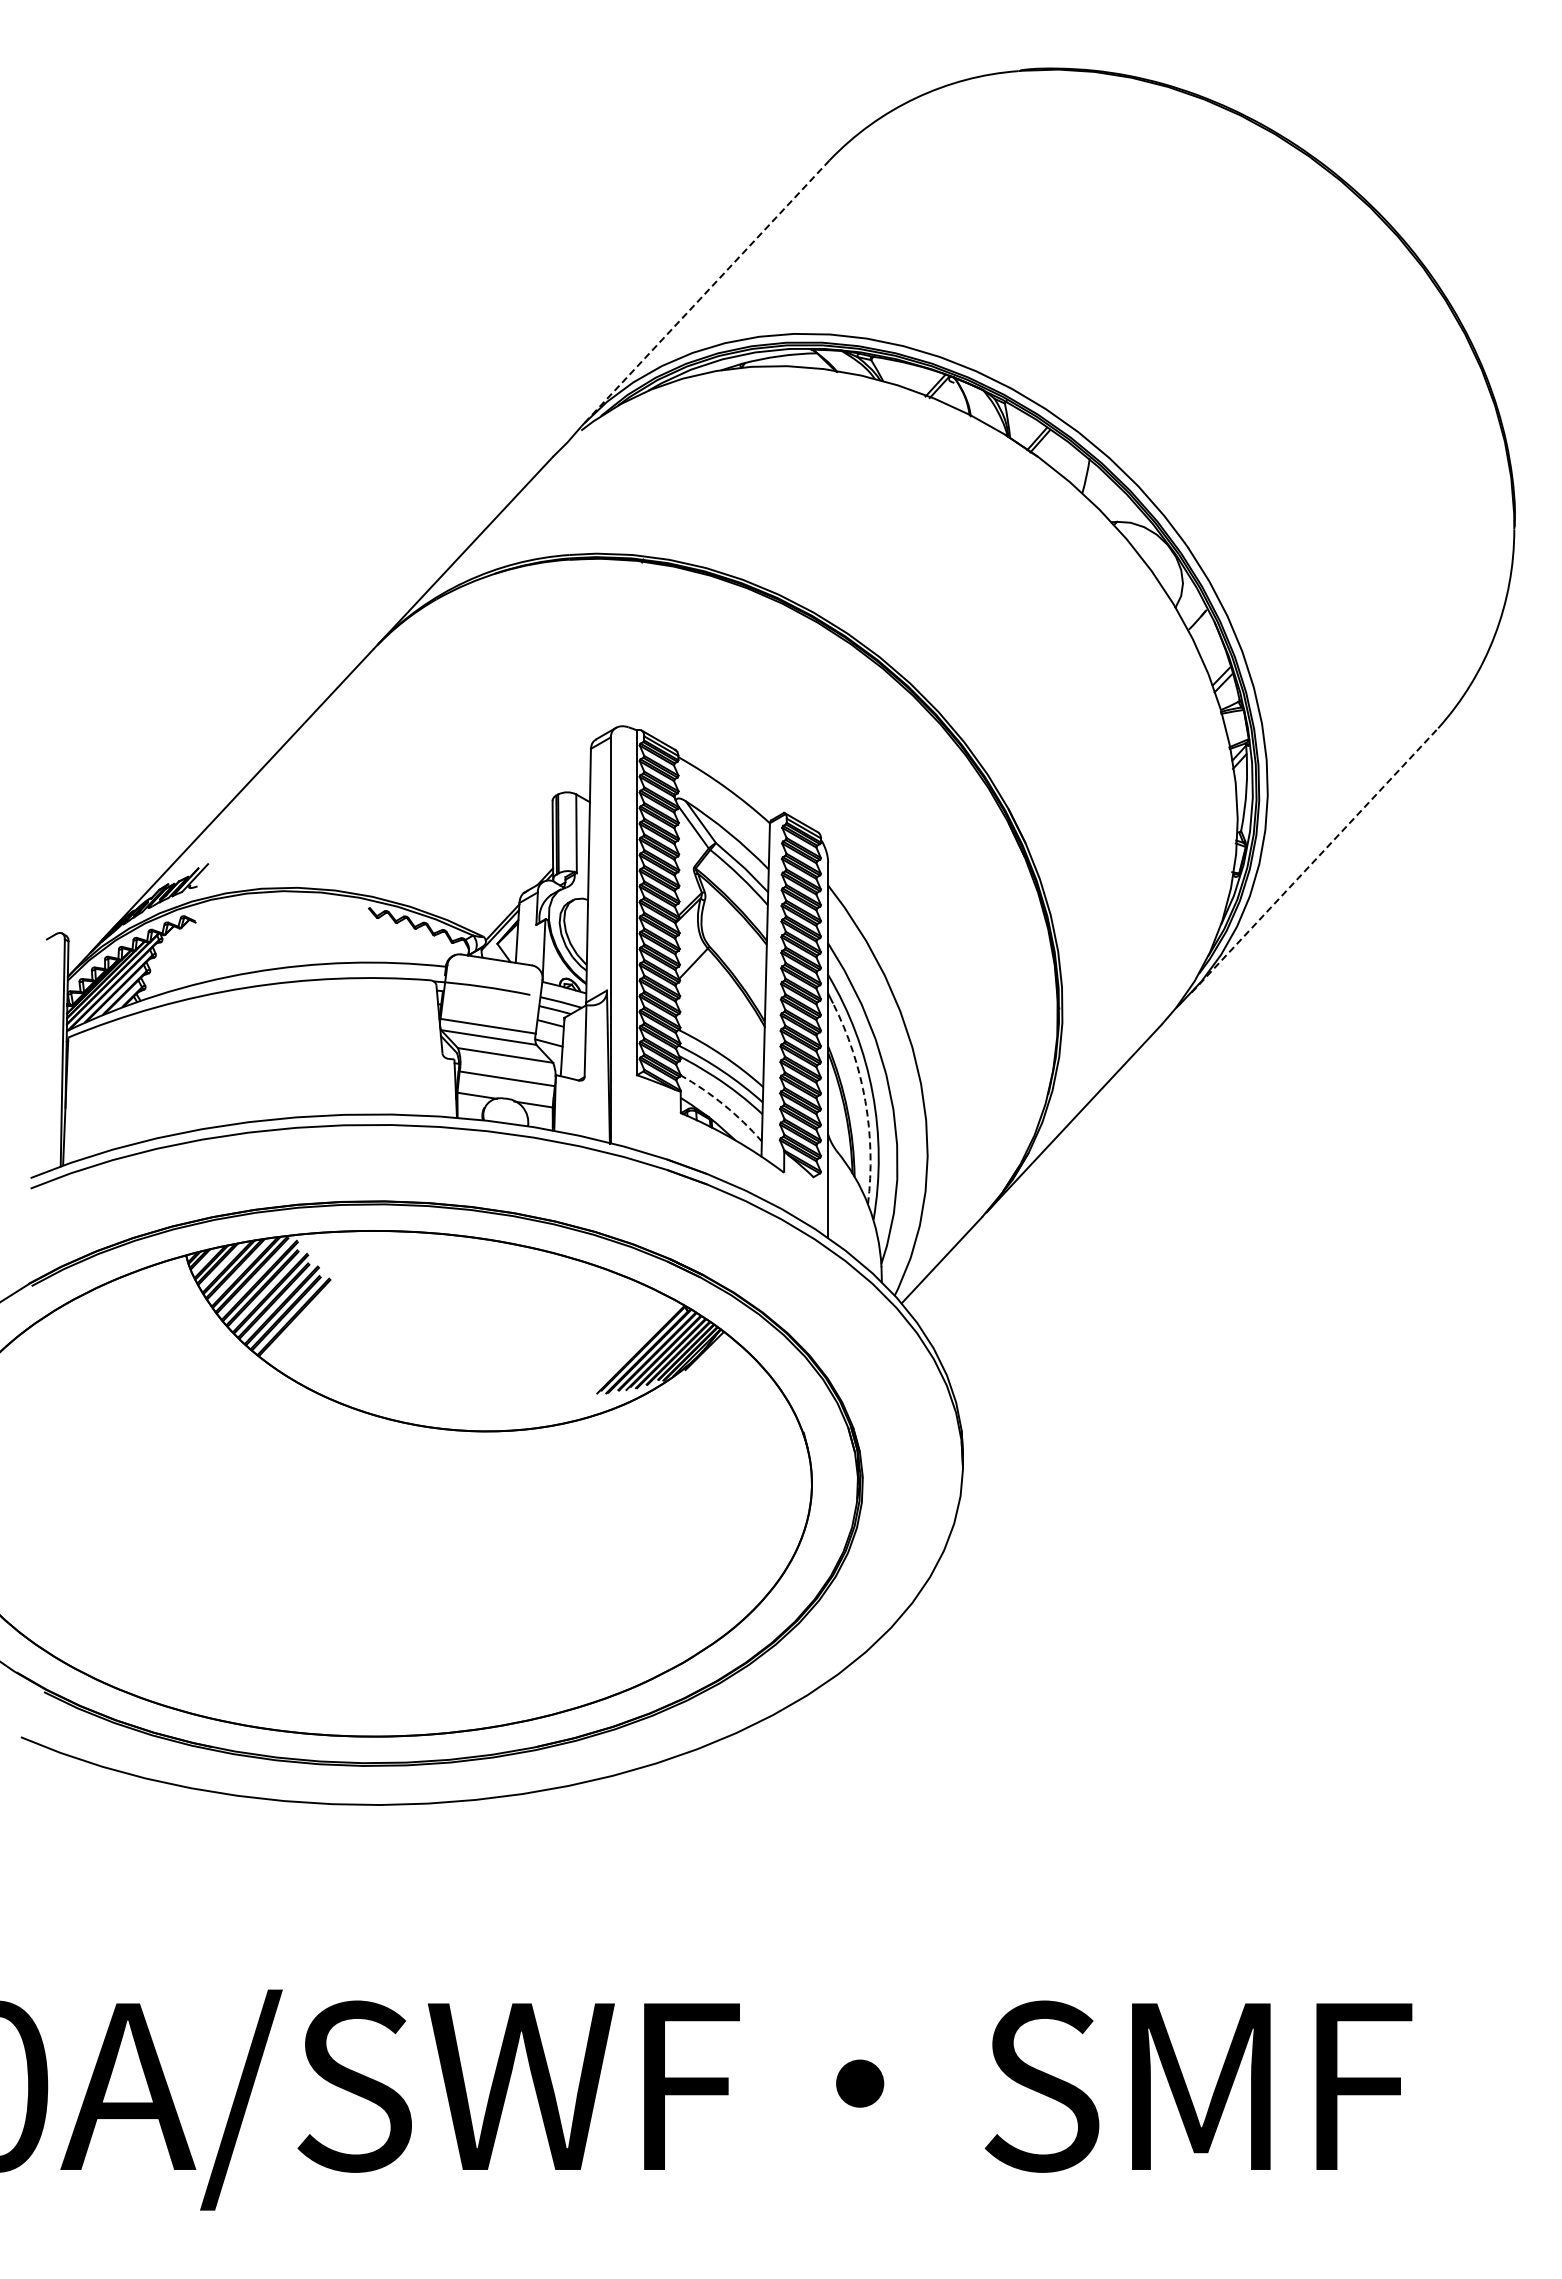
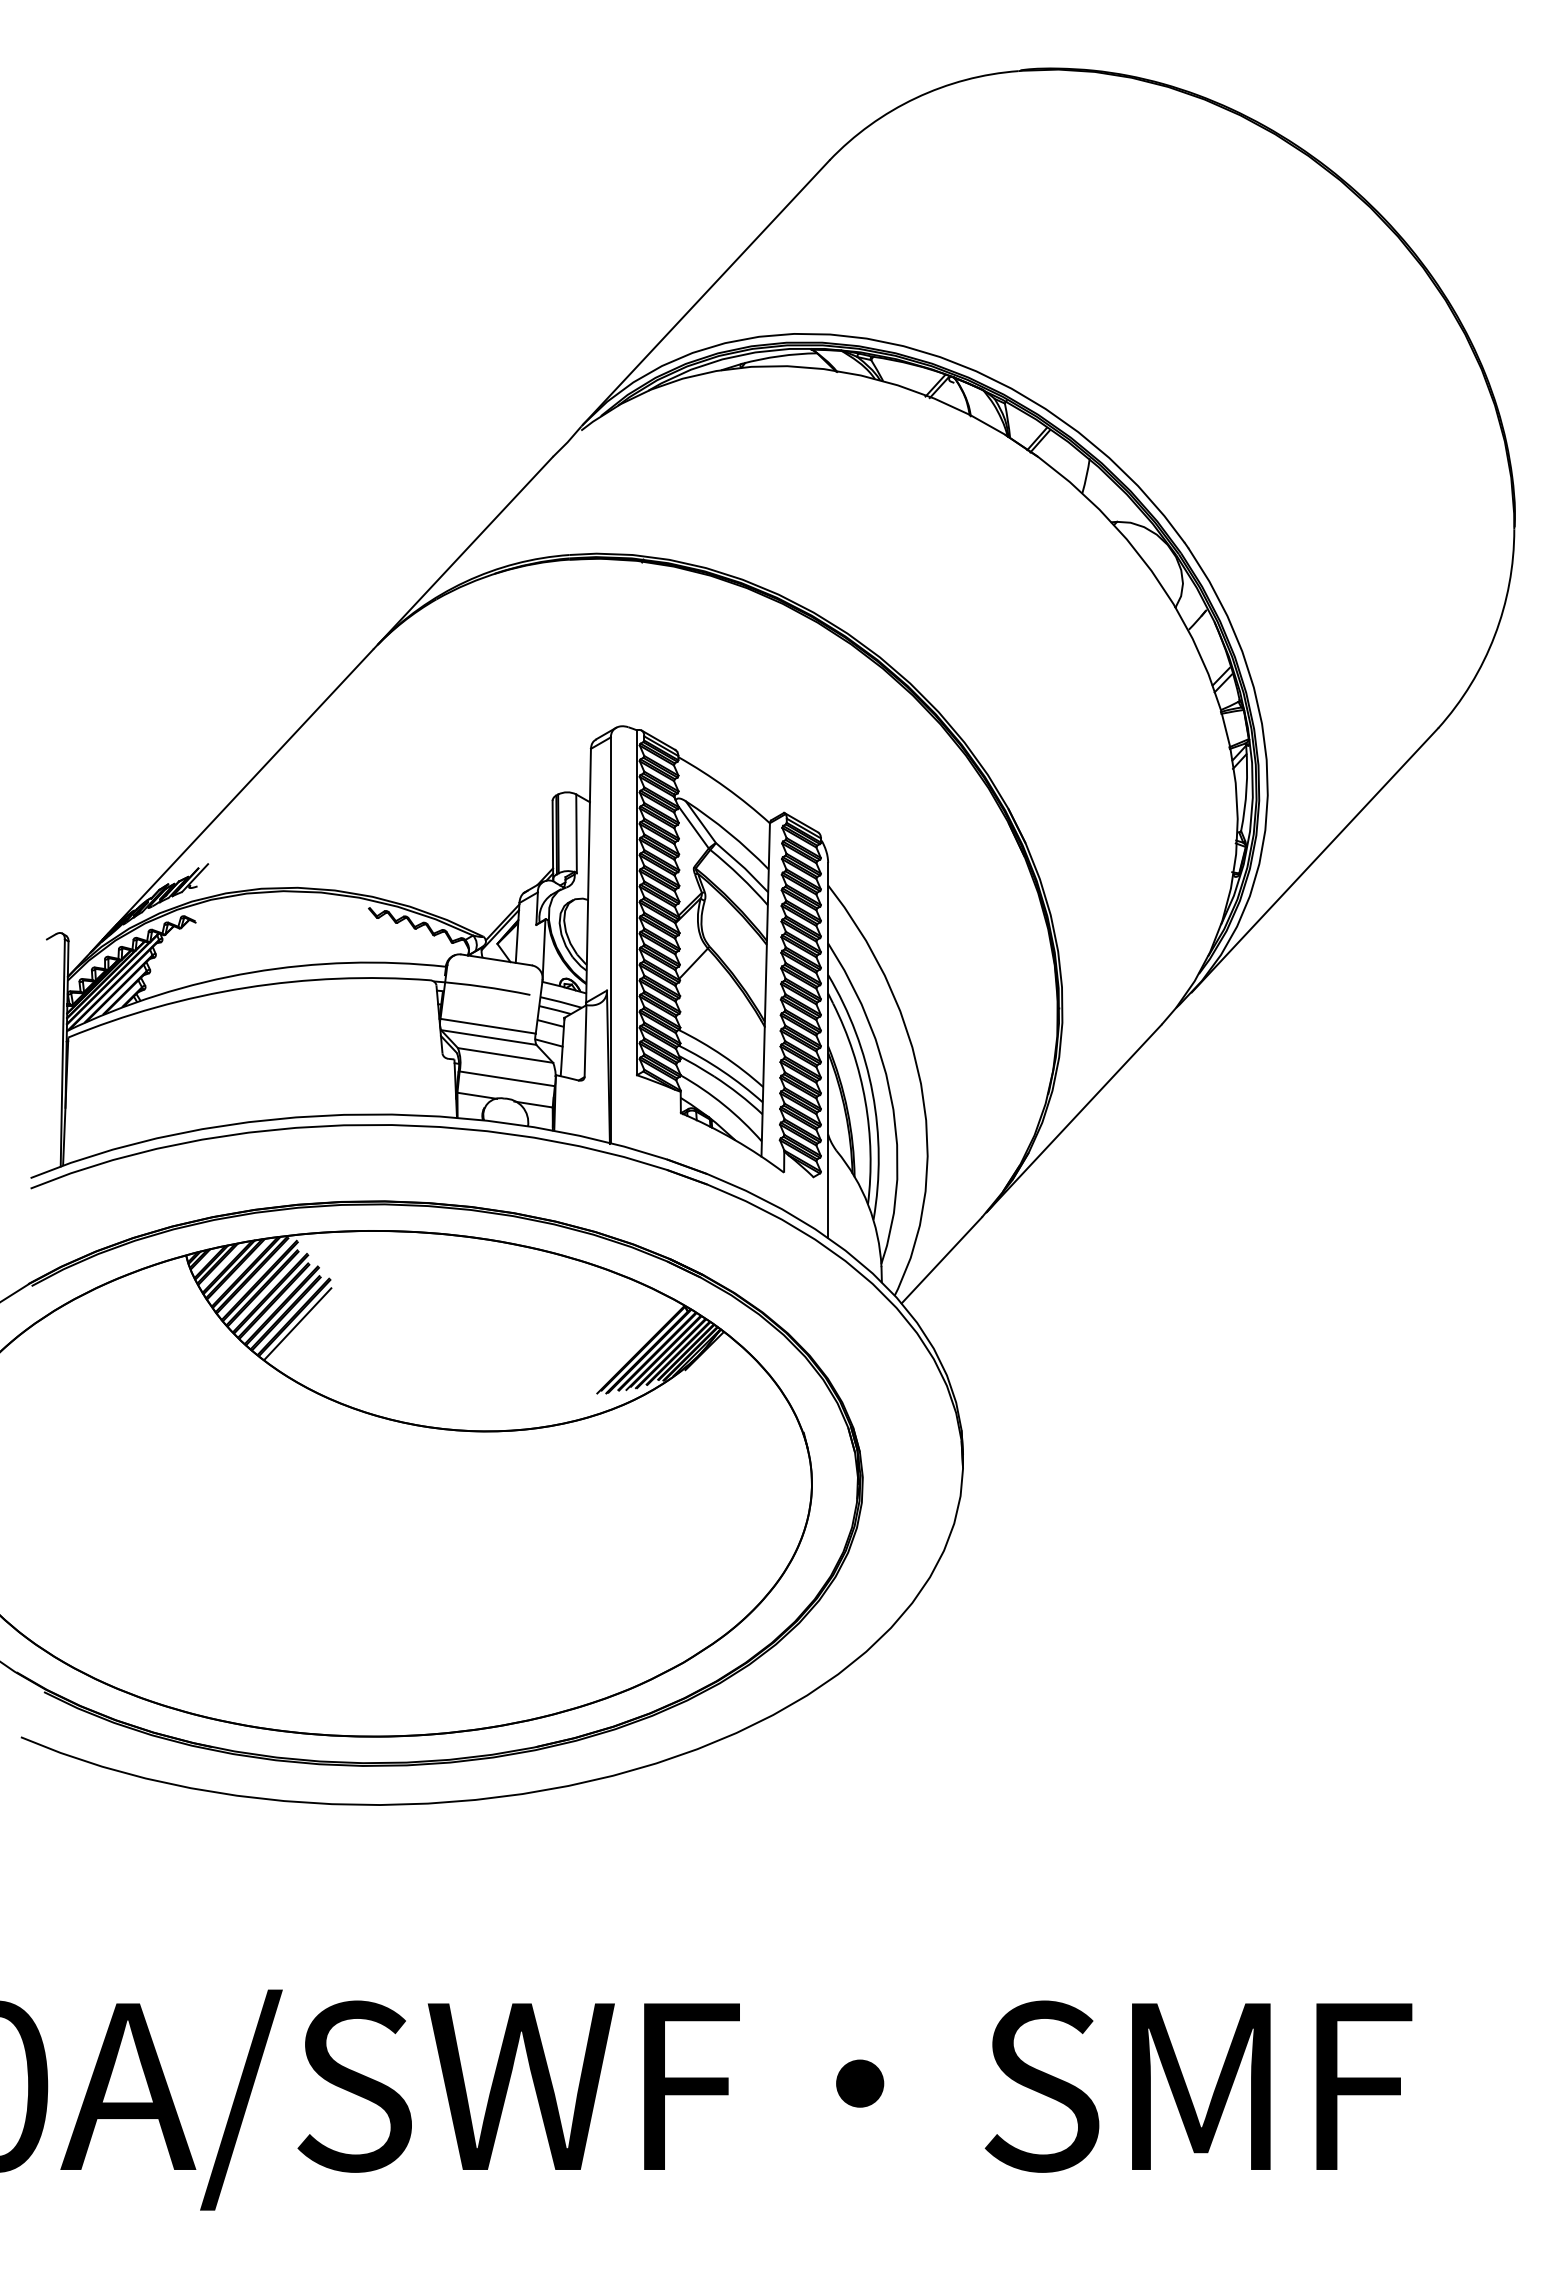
line at (706, 292): dashed -> solid
line at (1314, 860): dashed -> solid
arc at (865, 1101): dashed -> solid
arc at (724, 1105): dashed -> solid
line at (297, 1323): none -> present
